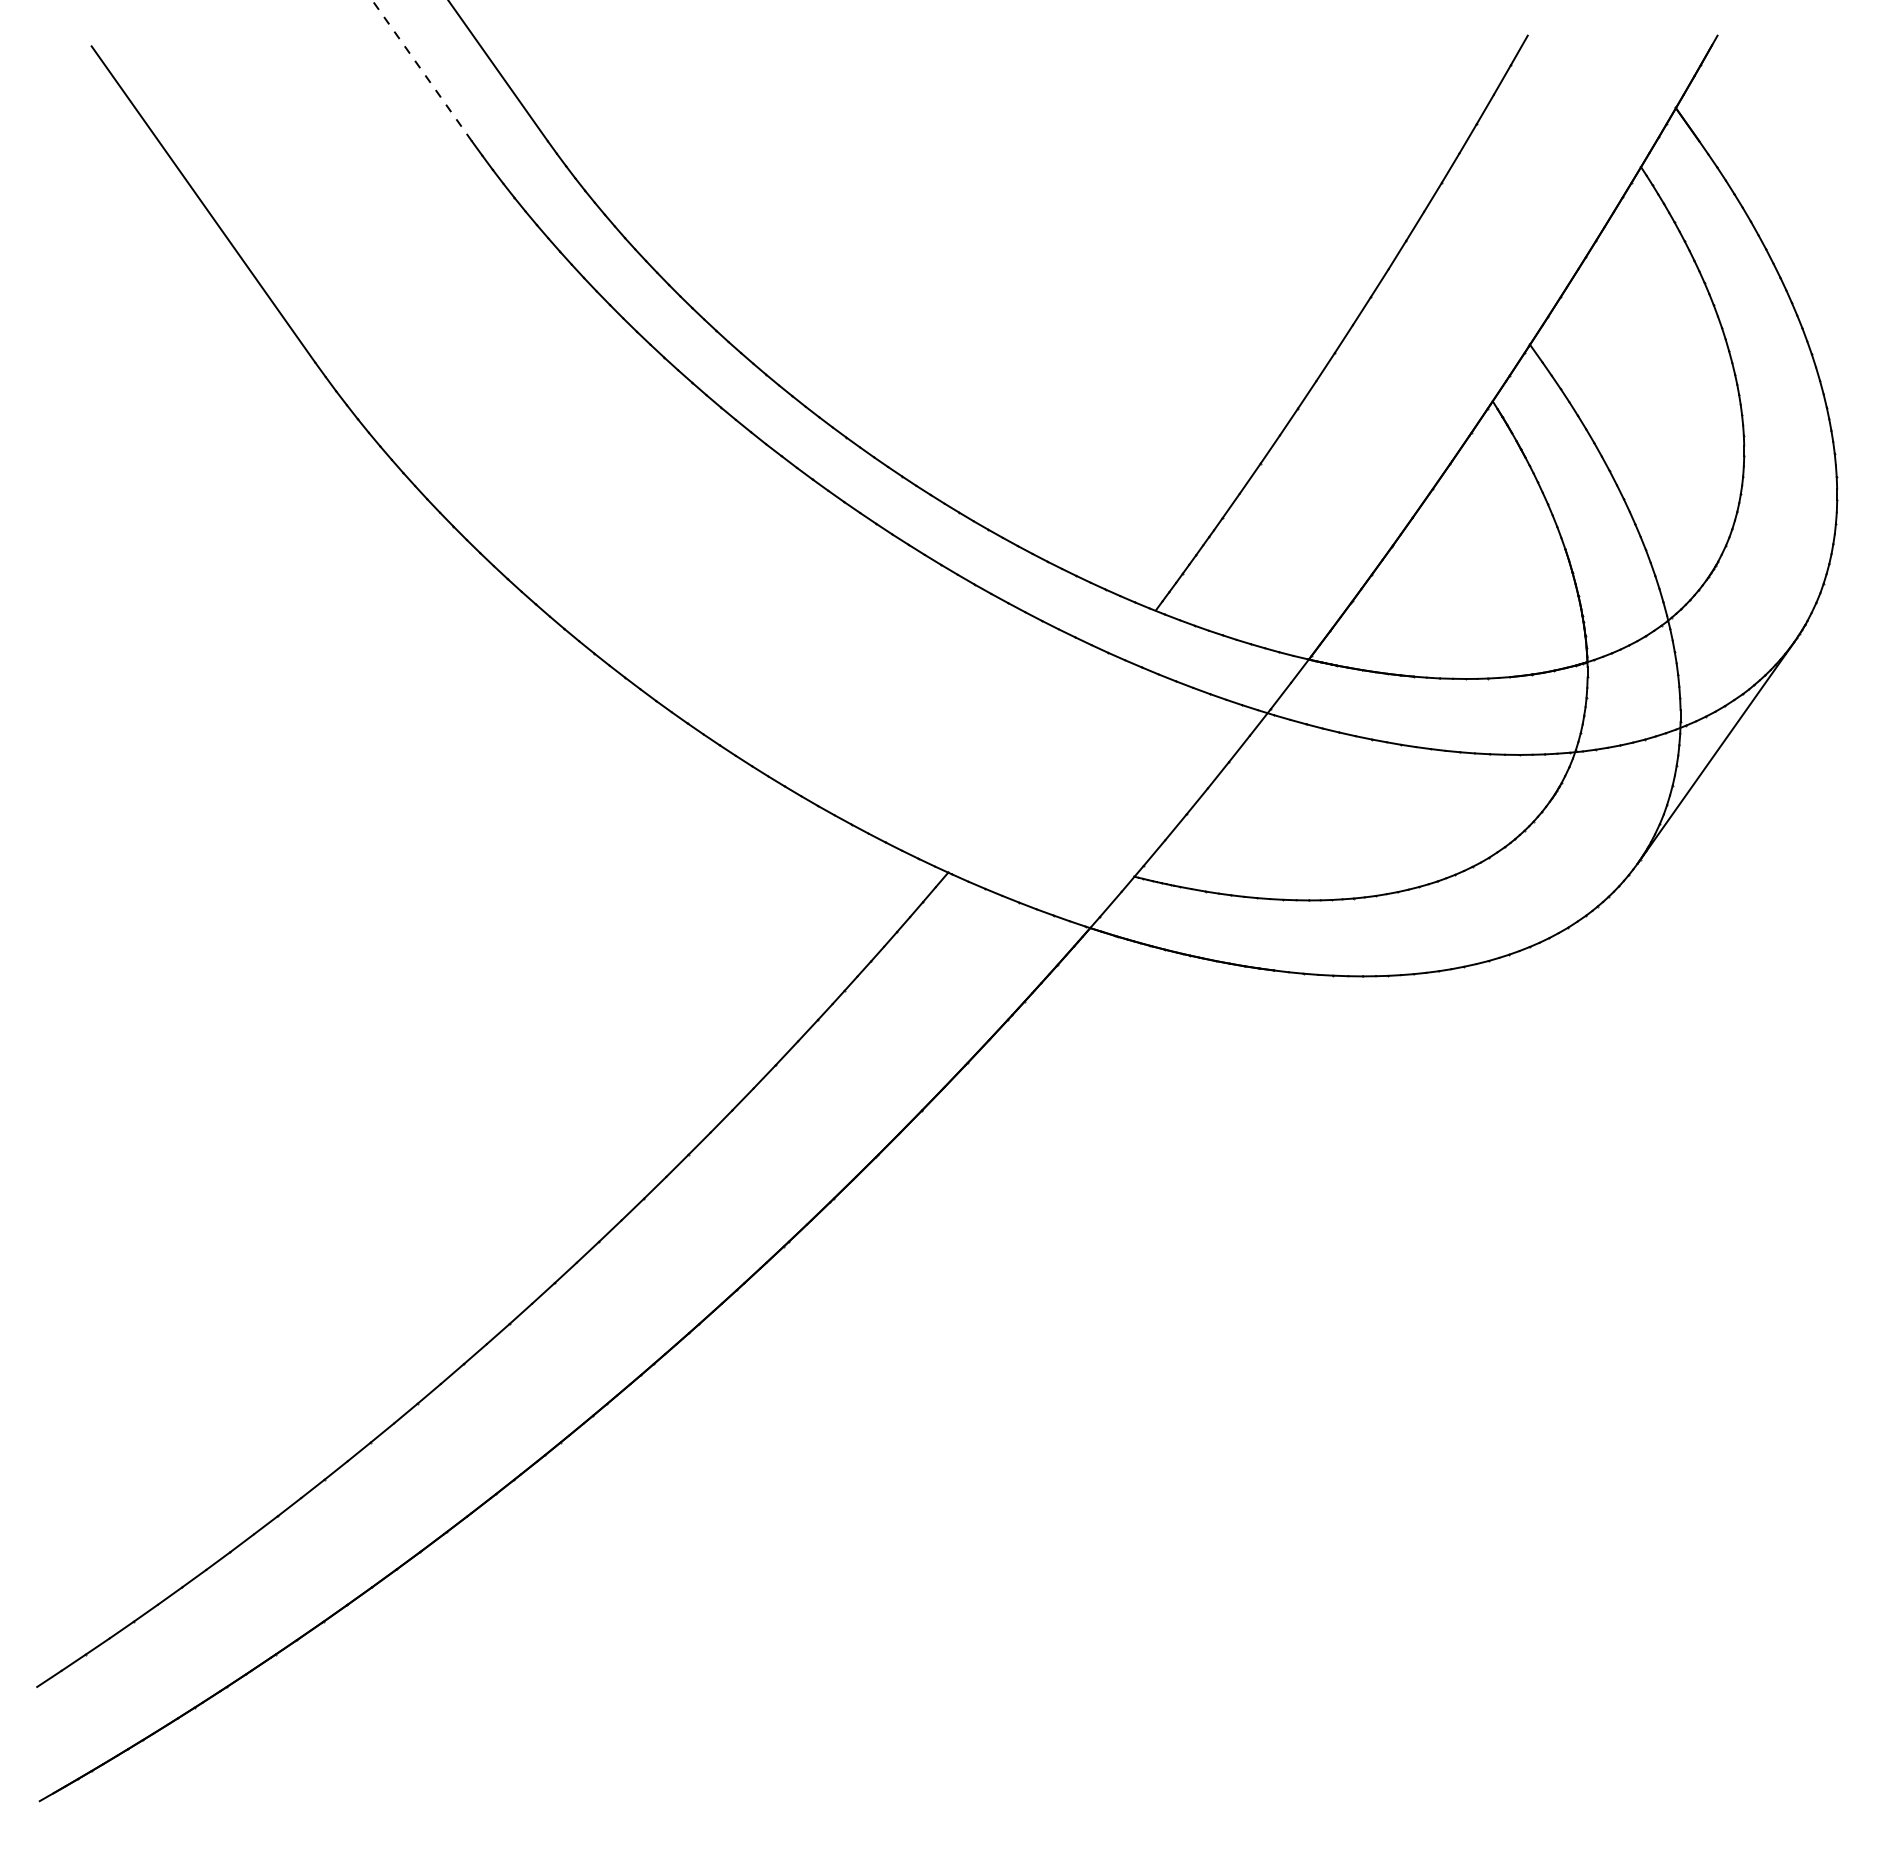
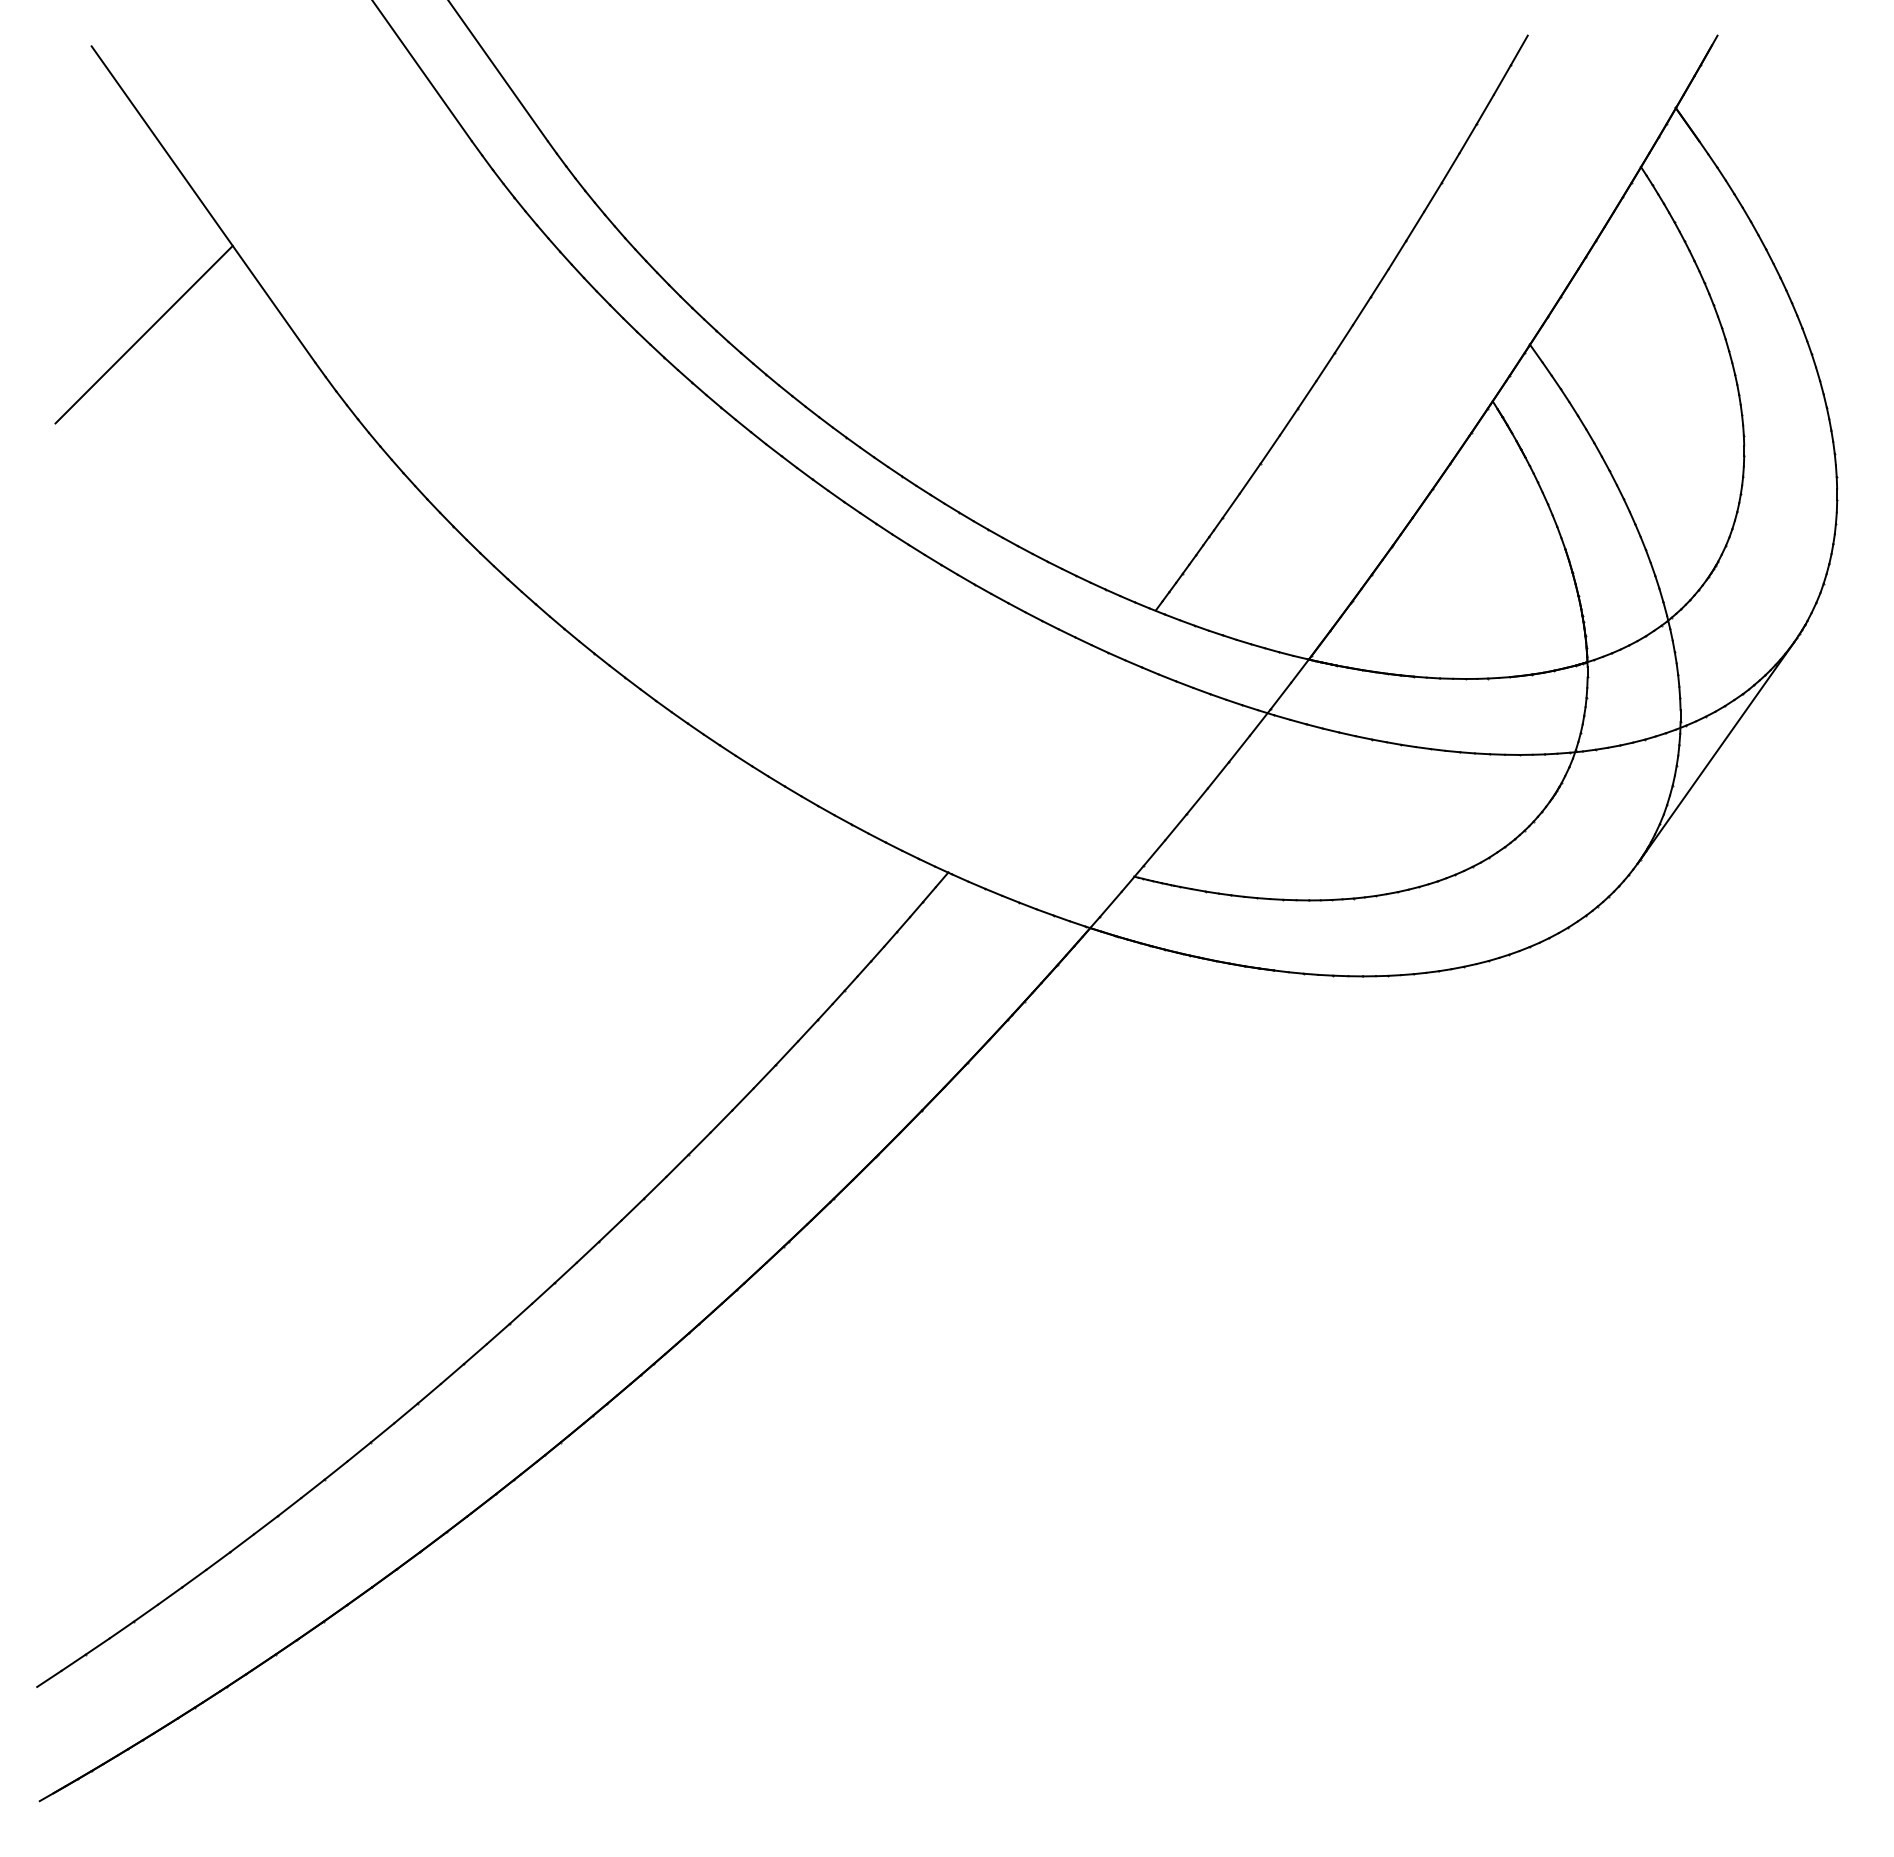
line at (421, 70): dashed -> solid
line at (143, 334): none -> present
